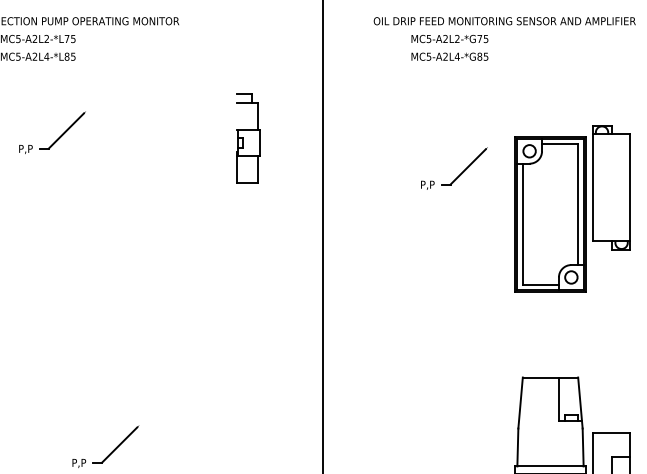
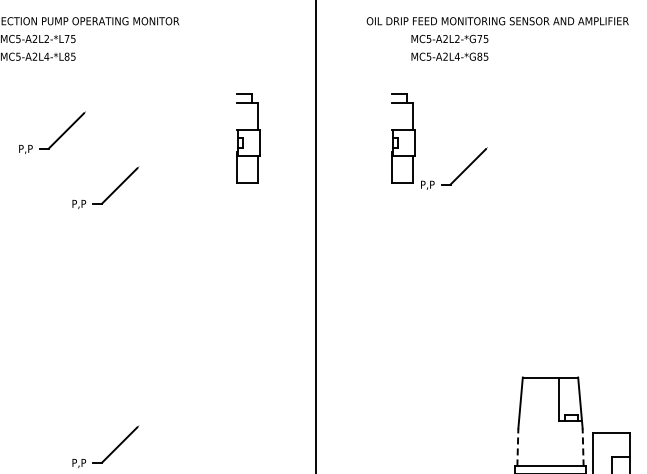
text at (504, 21) position: (504, 21) -> (497, 21)
part at (403, 138): none -> present
part at (111, 192): none -> present
part at (572, 208): present -> none
line at (323, 236) position: (323, 236) -> (316, 236)
line at (517, 447): solid -> dashed
line at (583, 447): solid -> dashed
